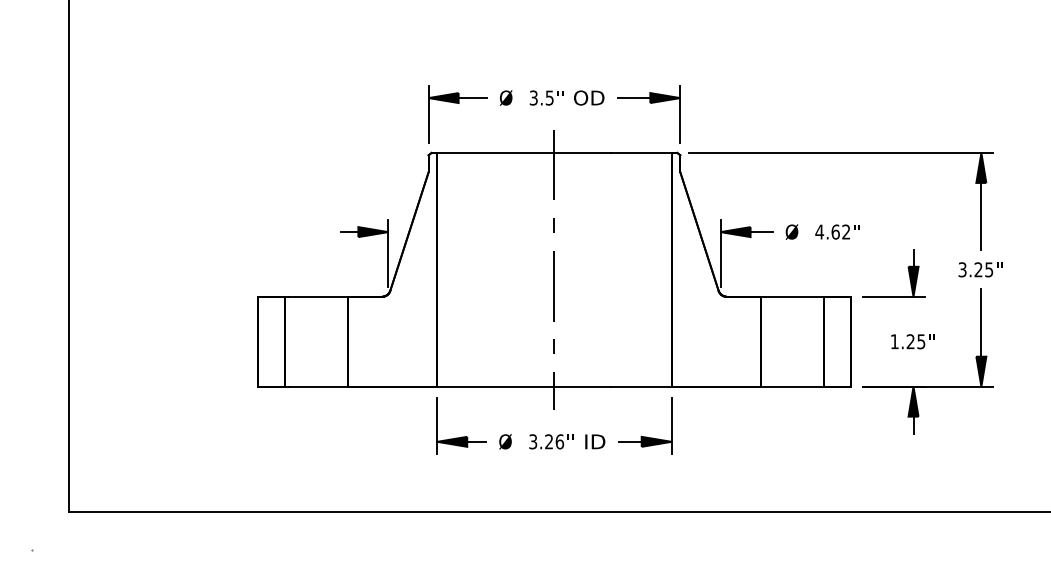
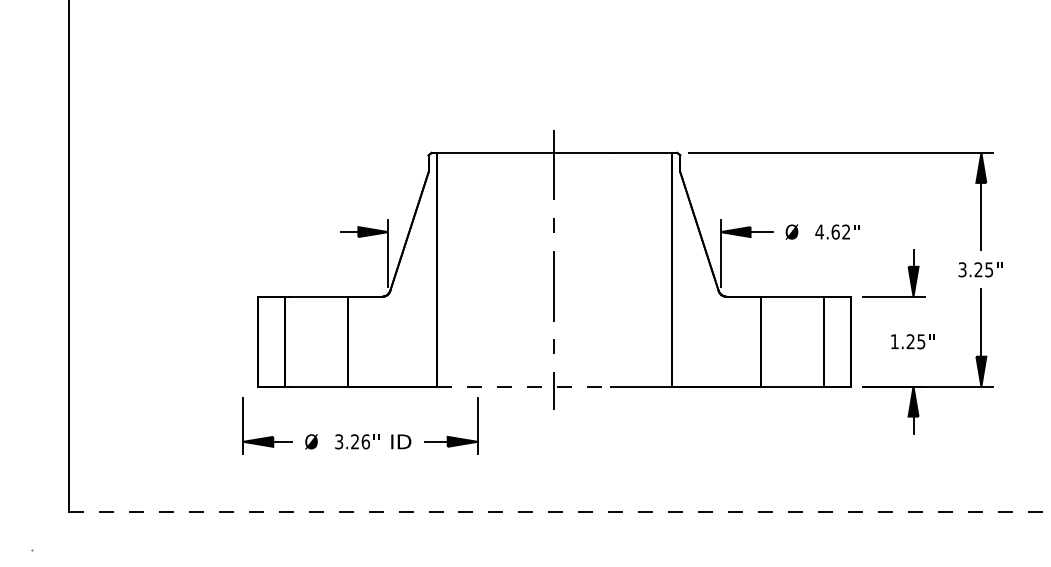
part at (550, 105): present -> none
line at (523, 386): solid -> dashed
part at (550, 434) position: (550, 434) -> (356, 434)
line at (559, 512): solid -> dashed
